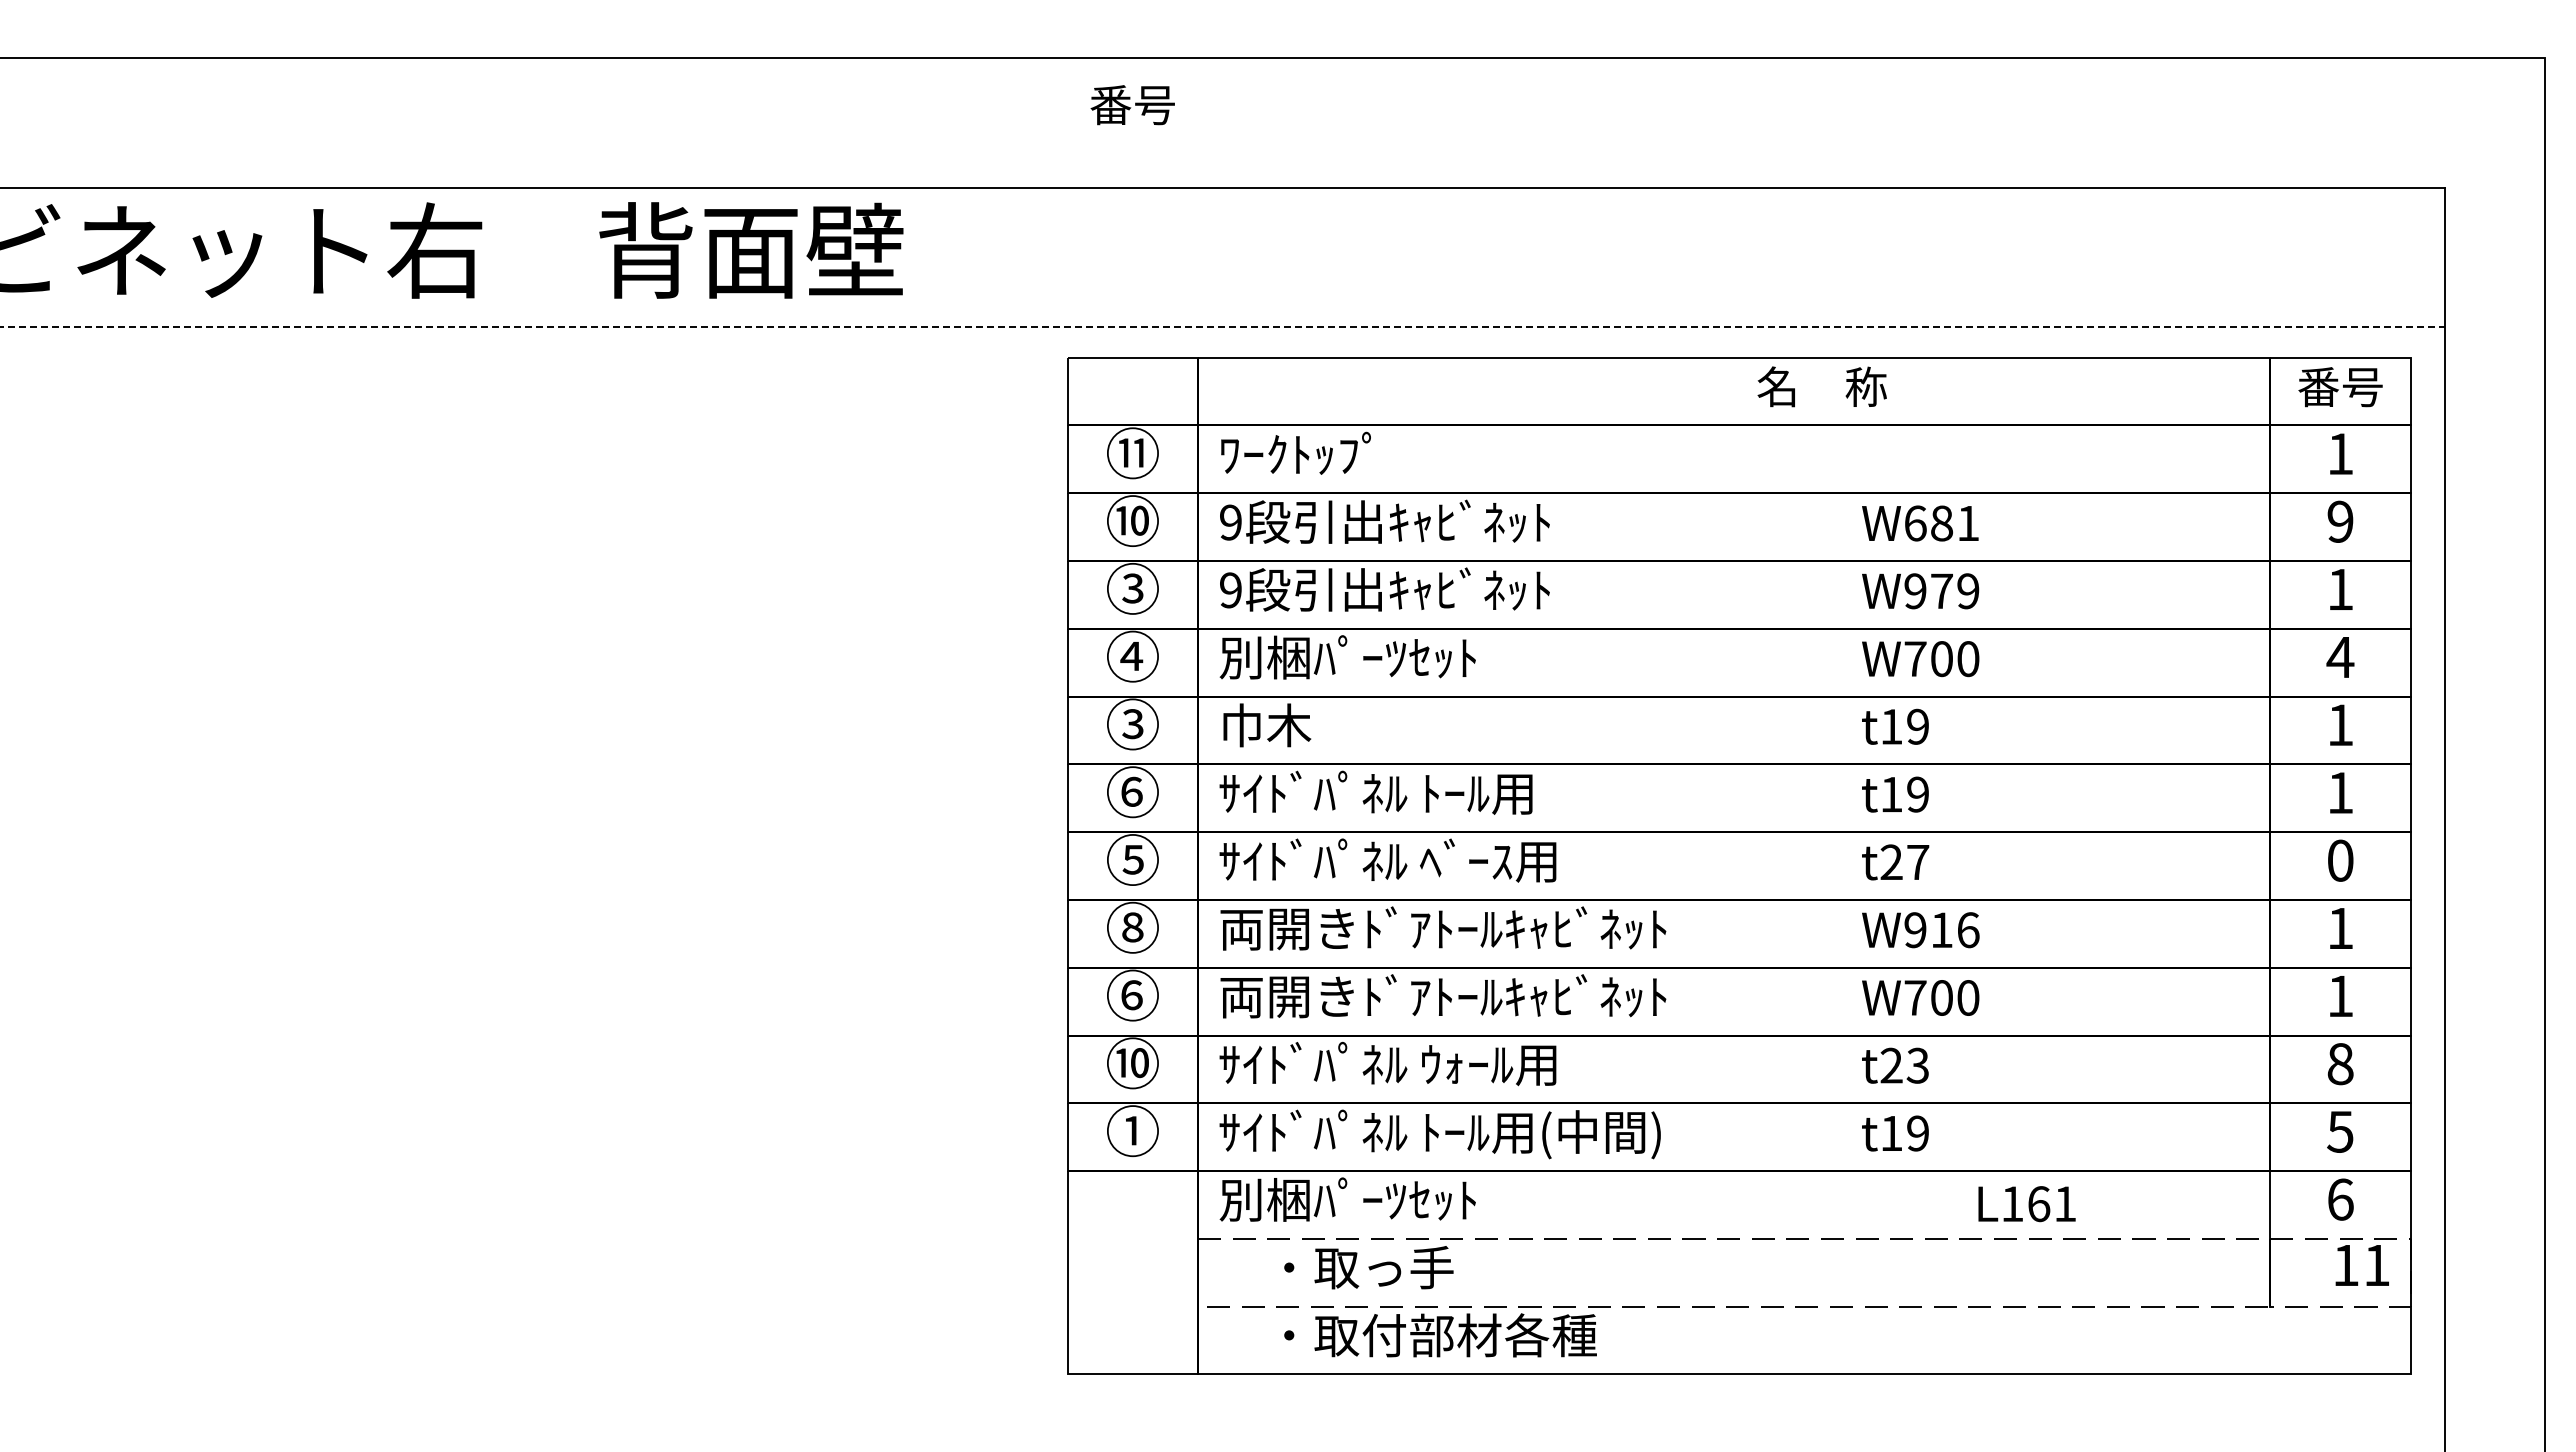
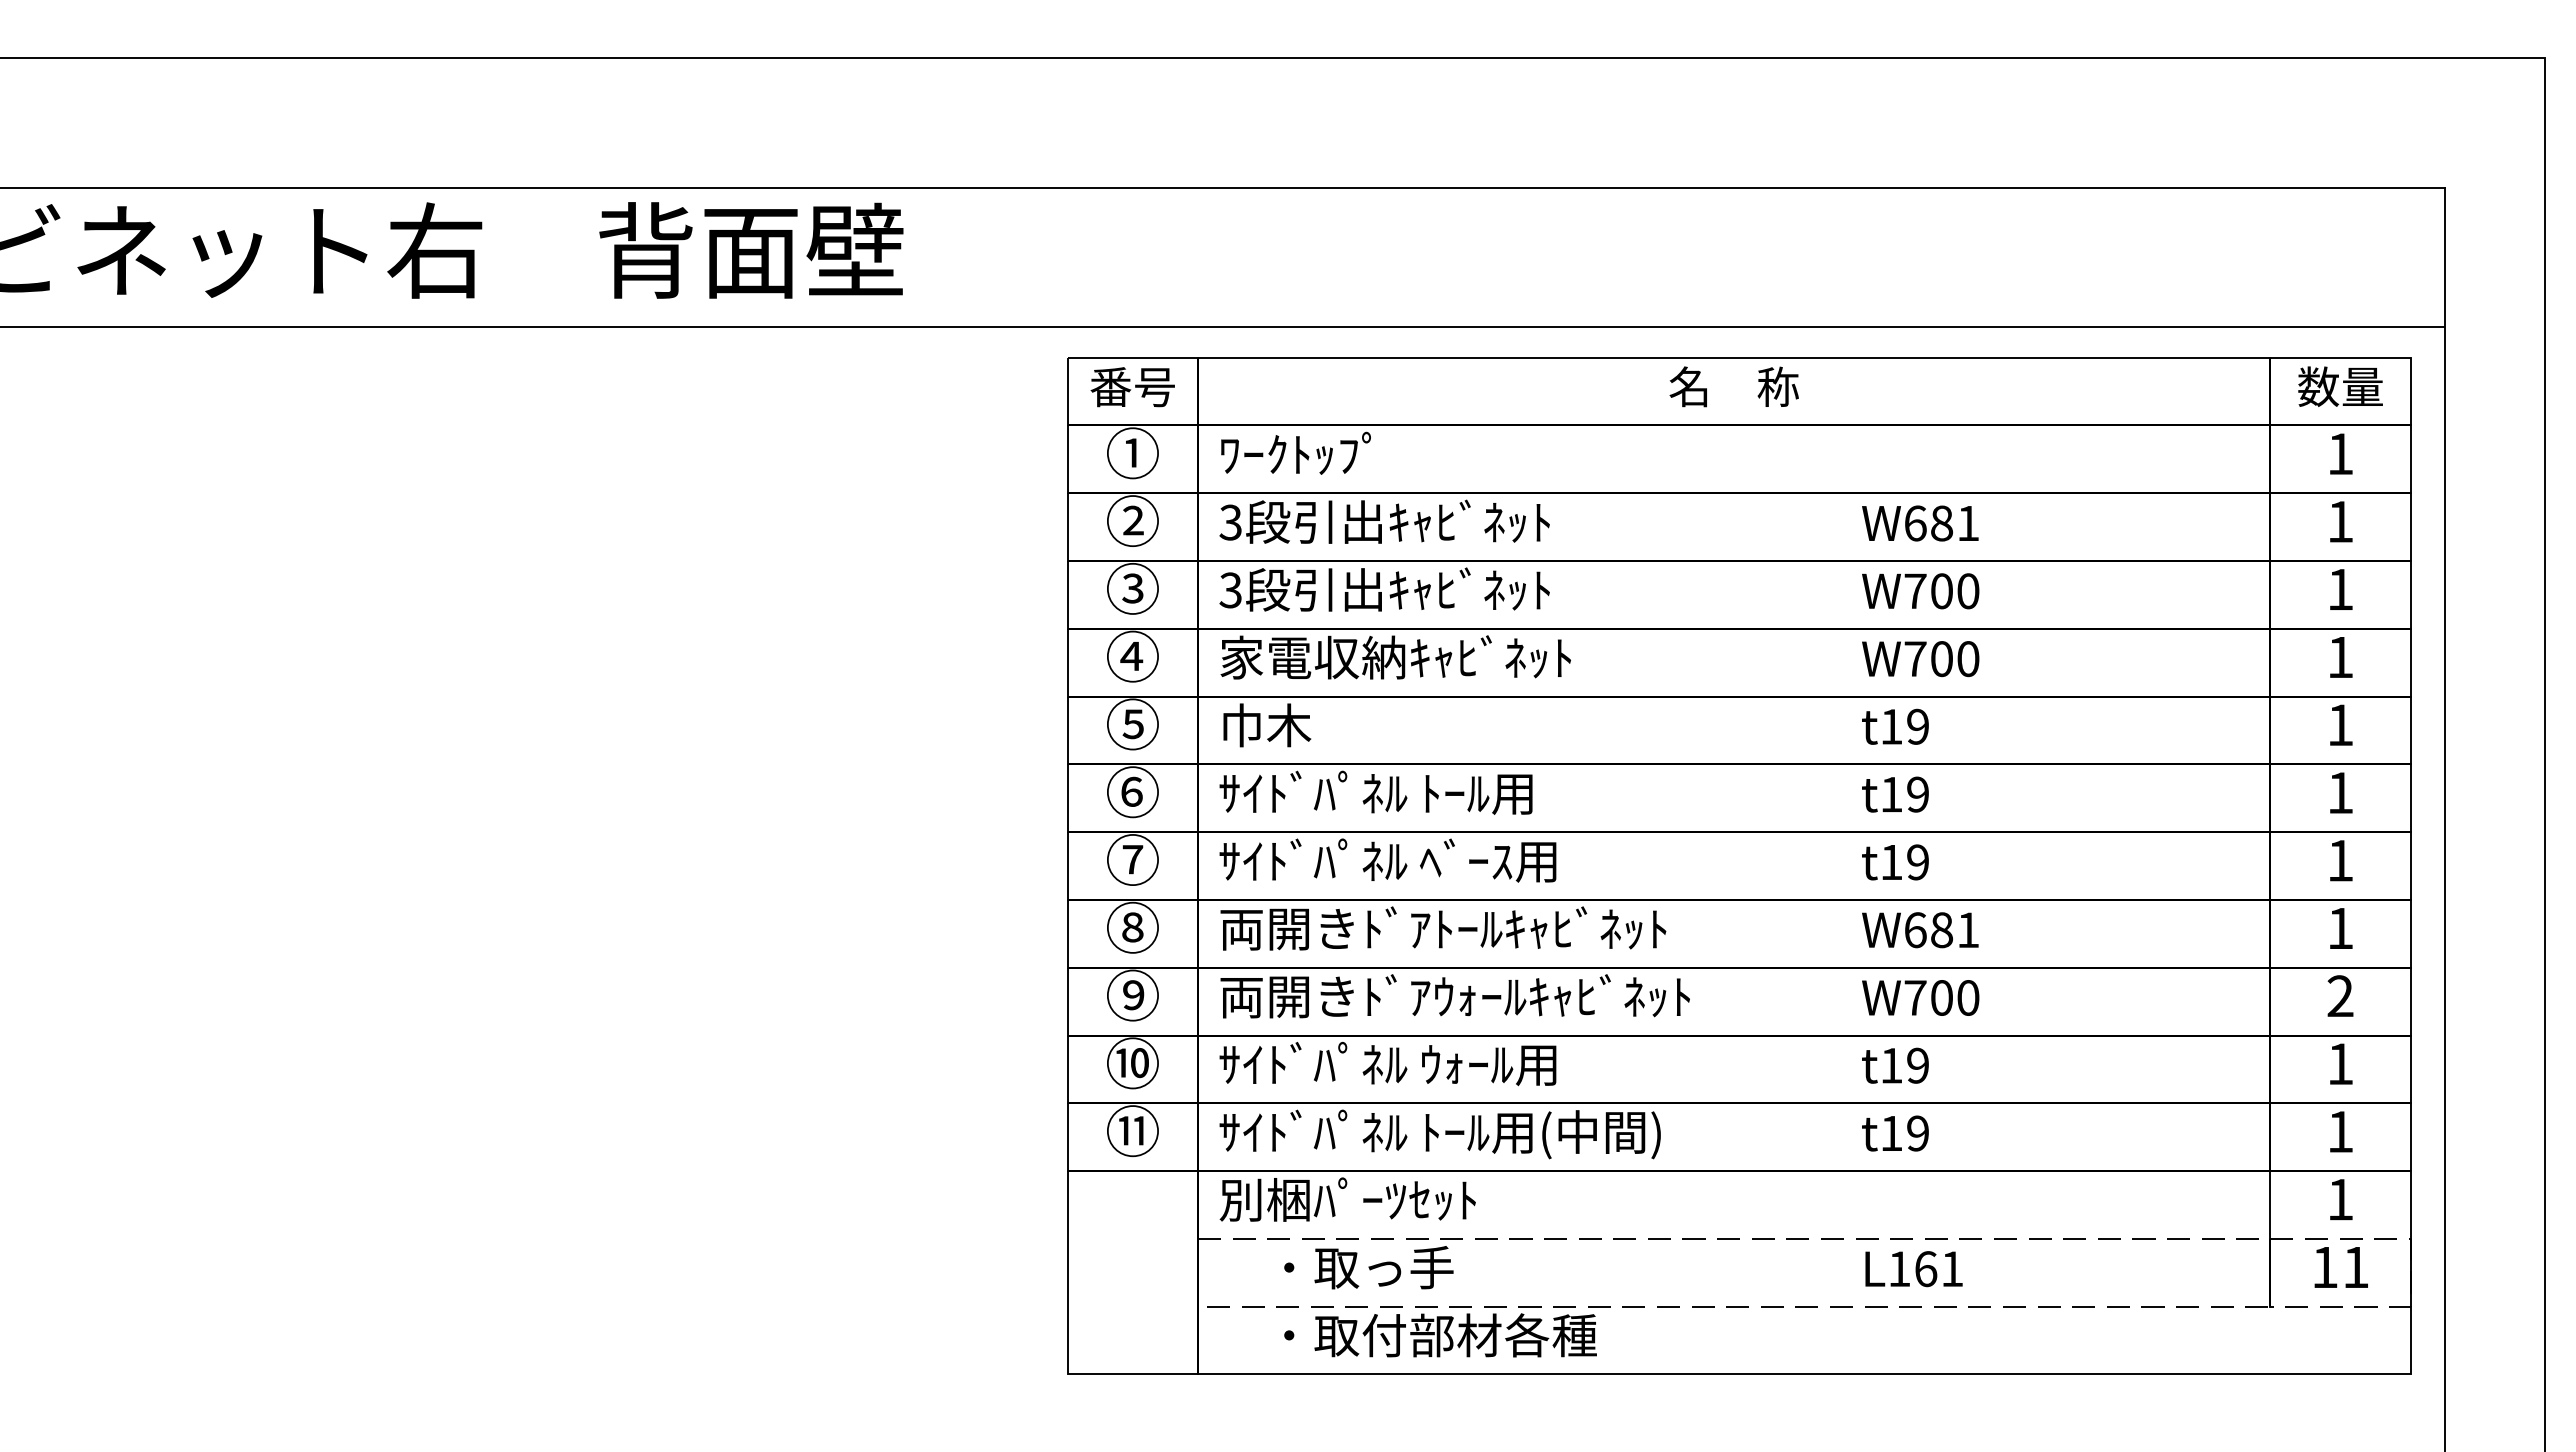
text at (1132, 105) position: (1132, 105) -> (1132, 387)
line at (1223, 326): dashed -> solid
text at (1821, 386) position: (1821, 386) -> (1733, 386)
text at (2340, 386): 番号 -> 数量
text at (1131, 452): ⑪ -> ①
text at (1132, 520): ⑩ -> ②
text at (2340, 521): 9 -> 1
text at (1230, 522): 9 -> 3
text at (1230, 590): 9 -> 3
text at (1941, 591): W979 -> W700
text at (1395, 657): 別梱ﾊﾟｰﾂｾｯﾄ -> 家電収納ｷｬﾋﾞﾈｯﾄ
text at (2340, 657): 4 -> 1
text at (1132, 723): ③ -> ⑤
text at (1132, 859): ⑤ -> ⑦
text at (2340, 860): 0 -> 1
text at (1904, 862): t27 -> t19
text at (1941, 930): W916 -> W681
text at (1132, 995): ⑥ -> ⑨
text at (1562, 995): 両開きﾄﾞｱﾄｰﾙｷｬﾋﾞﾈｯﾄ -> 両開きﾄﾞｱｳｫｰﾙｷｬﾋﾞﾈｯﾄ
text at (2340, 995): 1 -> 2
text at (2340, 1064): 8 -> 1
text at (1904, 1065): t23 -> t19
text at (1131, 1130): ① -> ⑪
text at (2340, 1131): 5 -> 1
text at (2340, 1199): 6 -> 1
text at (2026, 1204) position: (2026, 1204) -> (1913, 1269)
text at (2361, 1265) position: (2361, 1265) -> (2340, 1267)
